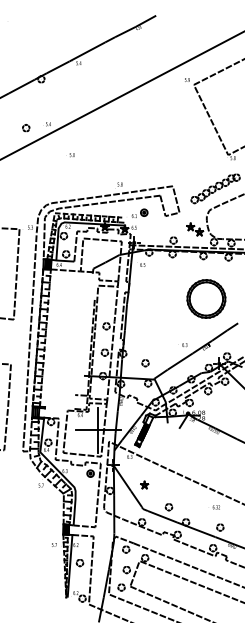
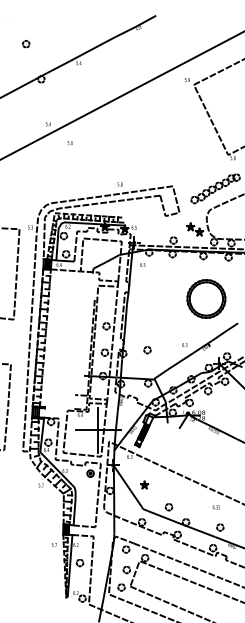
part at (26, 128) position: (26, 128) -> (26, 44)
text at (70, 155) position: (70, 155) -> (68, 143)
part at (139, 212): present -> none
part at (145, 363) position: (145, 363) -> (147, 350)
